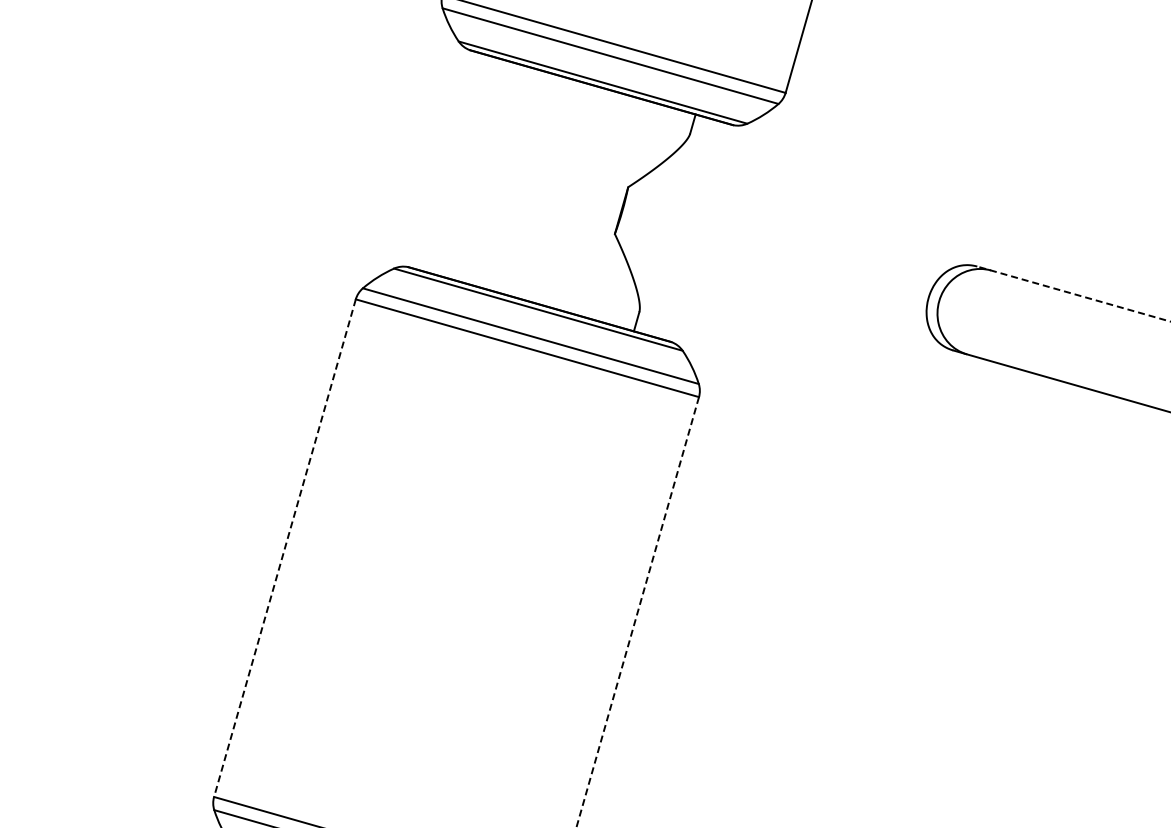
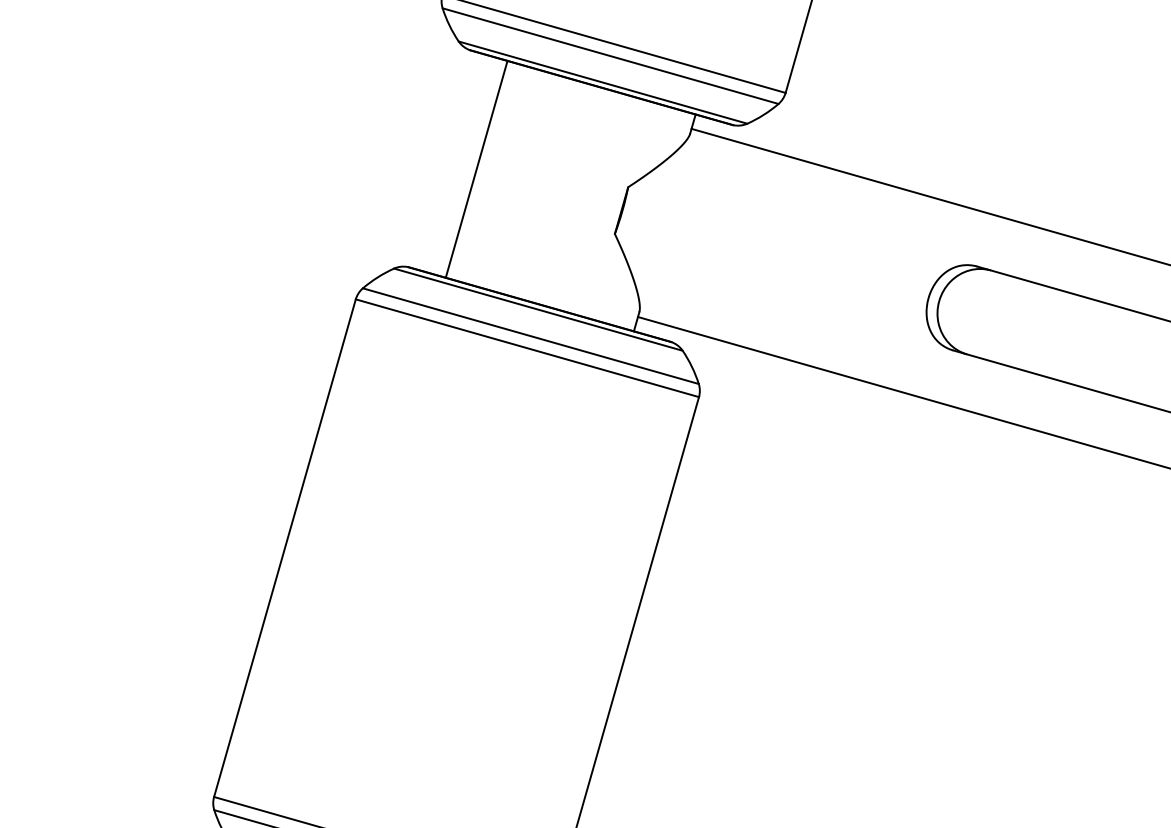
line at (476, 168): none -> present
line at (929, 196): none -> present
line at (1073, 293): dashed -> solid
line at (902, 392): none -> present
line at (284, 548): dashed -> solid
line at (637, 612): dashed -> solid
